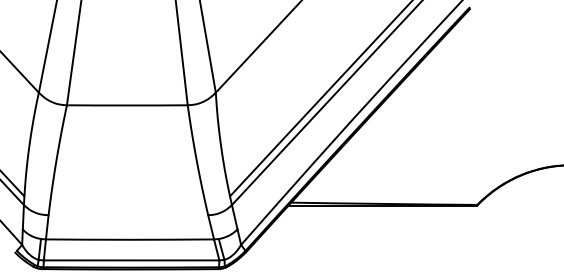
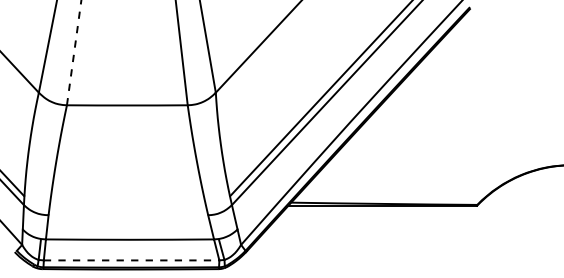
line at (74, 53): solid -> dashed
line at (131, 260): solid -> dashed
